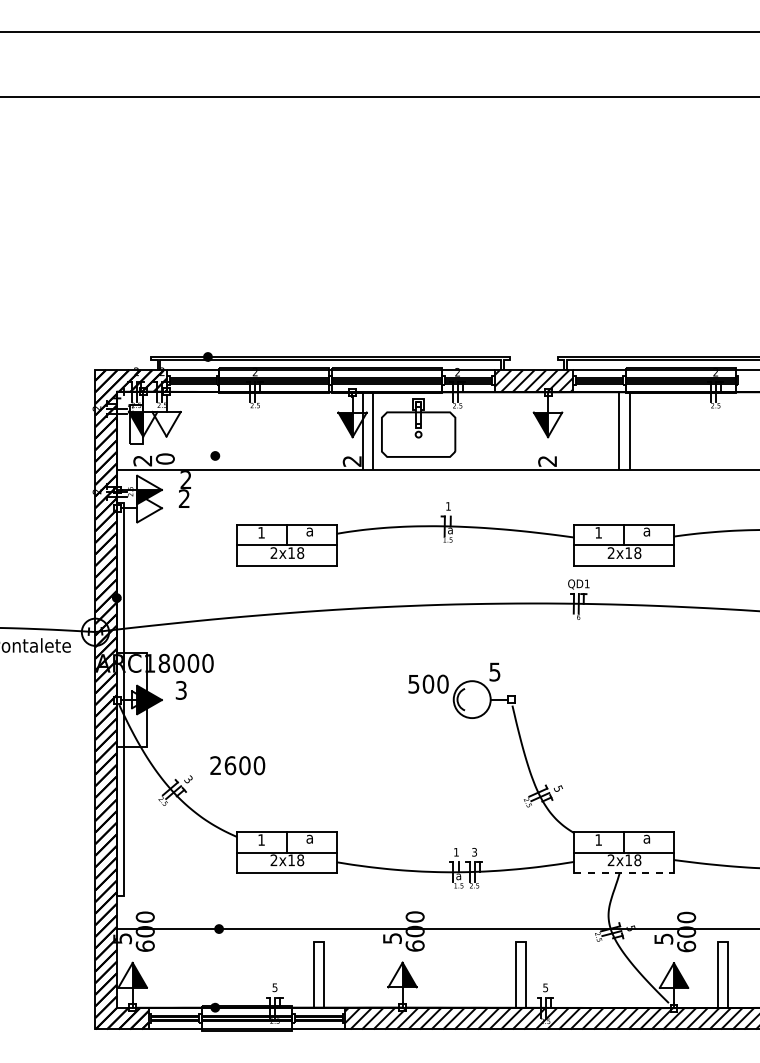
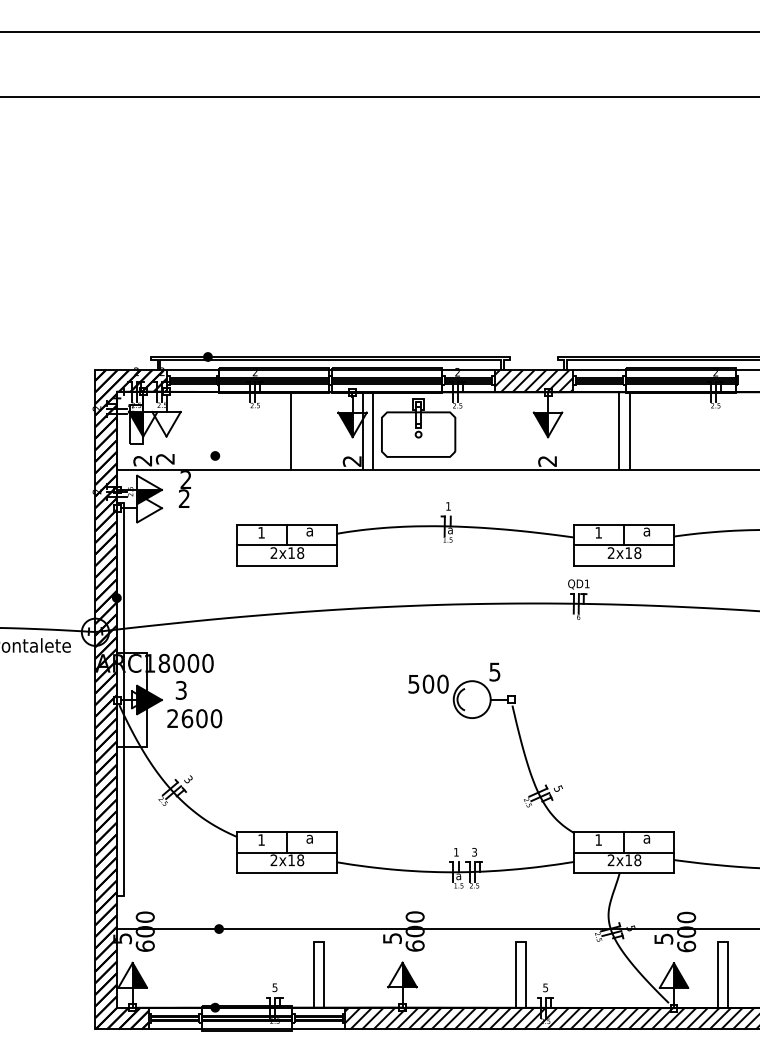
line at (290, 430): none -> present
text at (164, 458): 0 -> 2
text at (237, 765) position: (237, 765) -> (194, 718)
line at (624, 872): dashed -> solid
